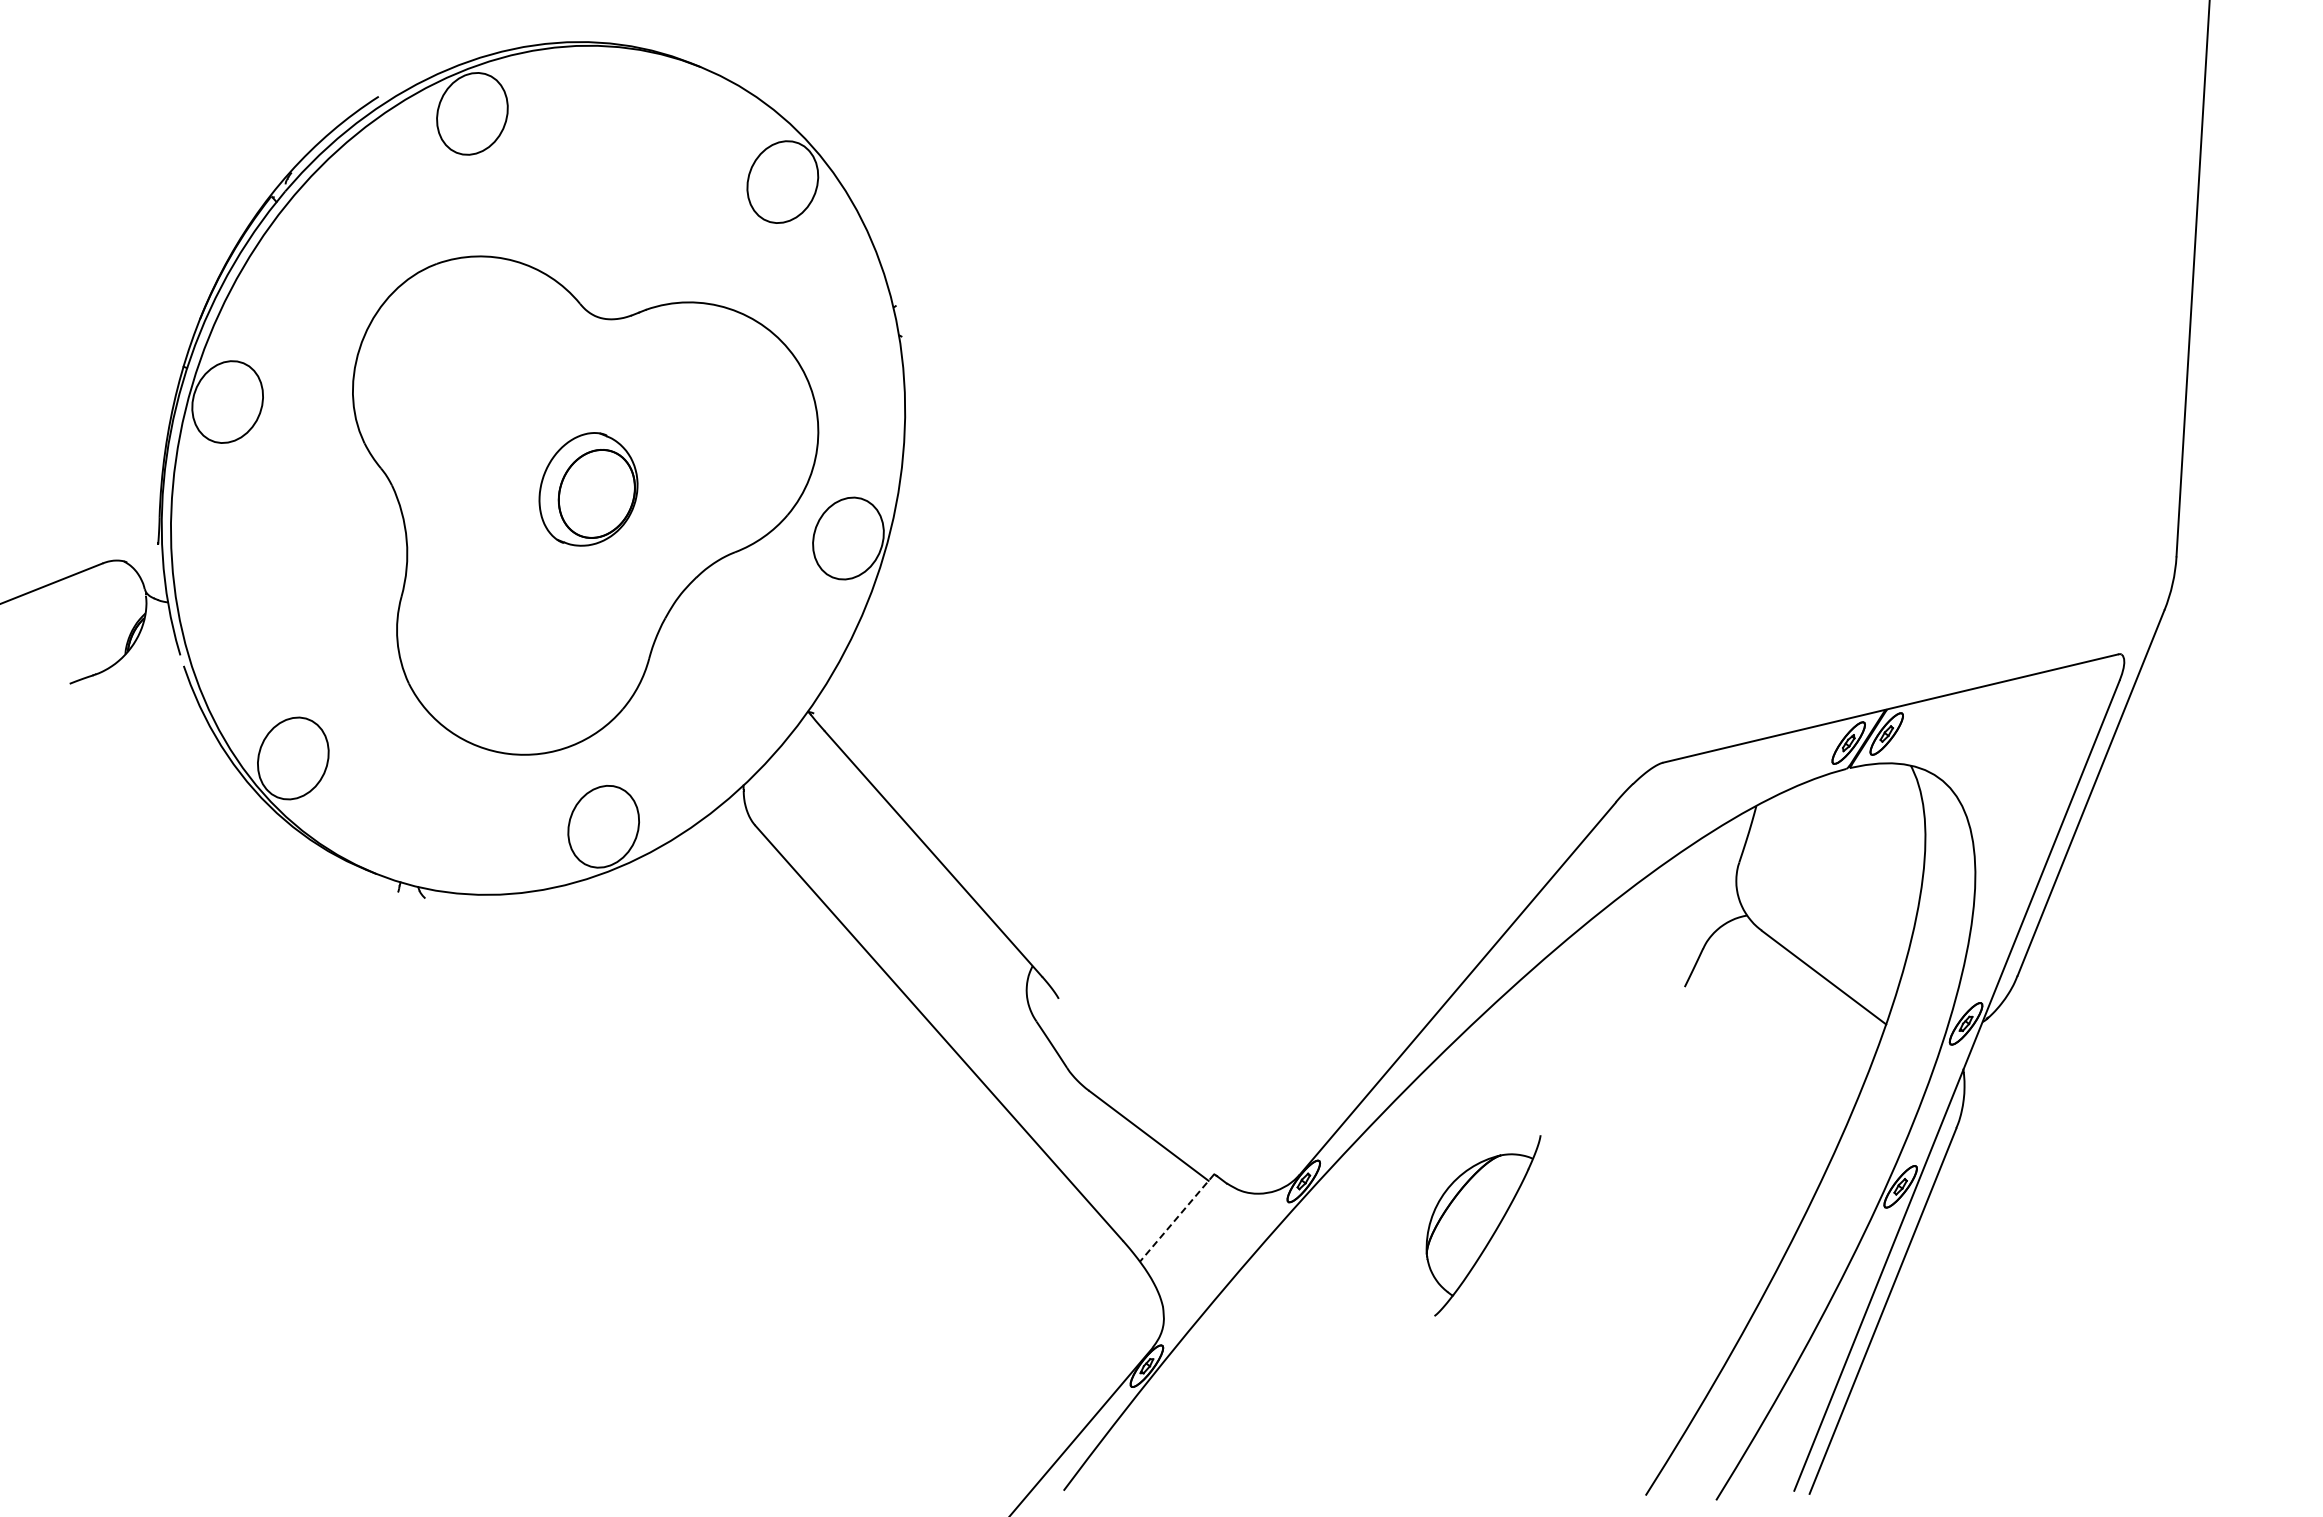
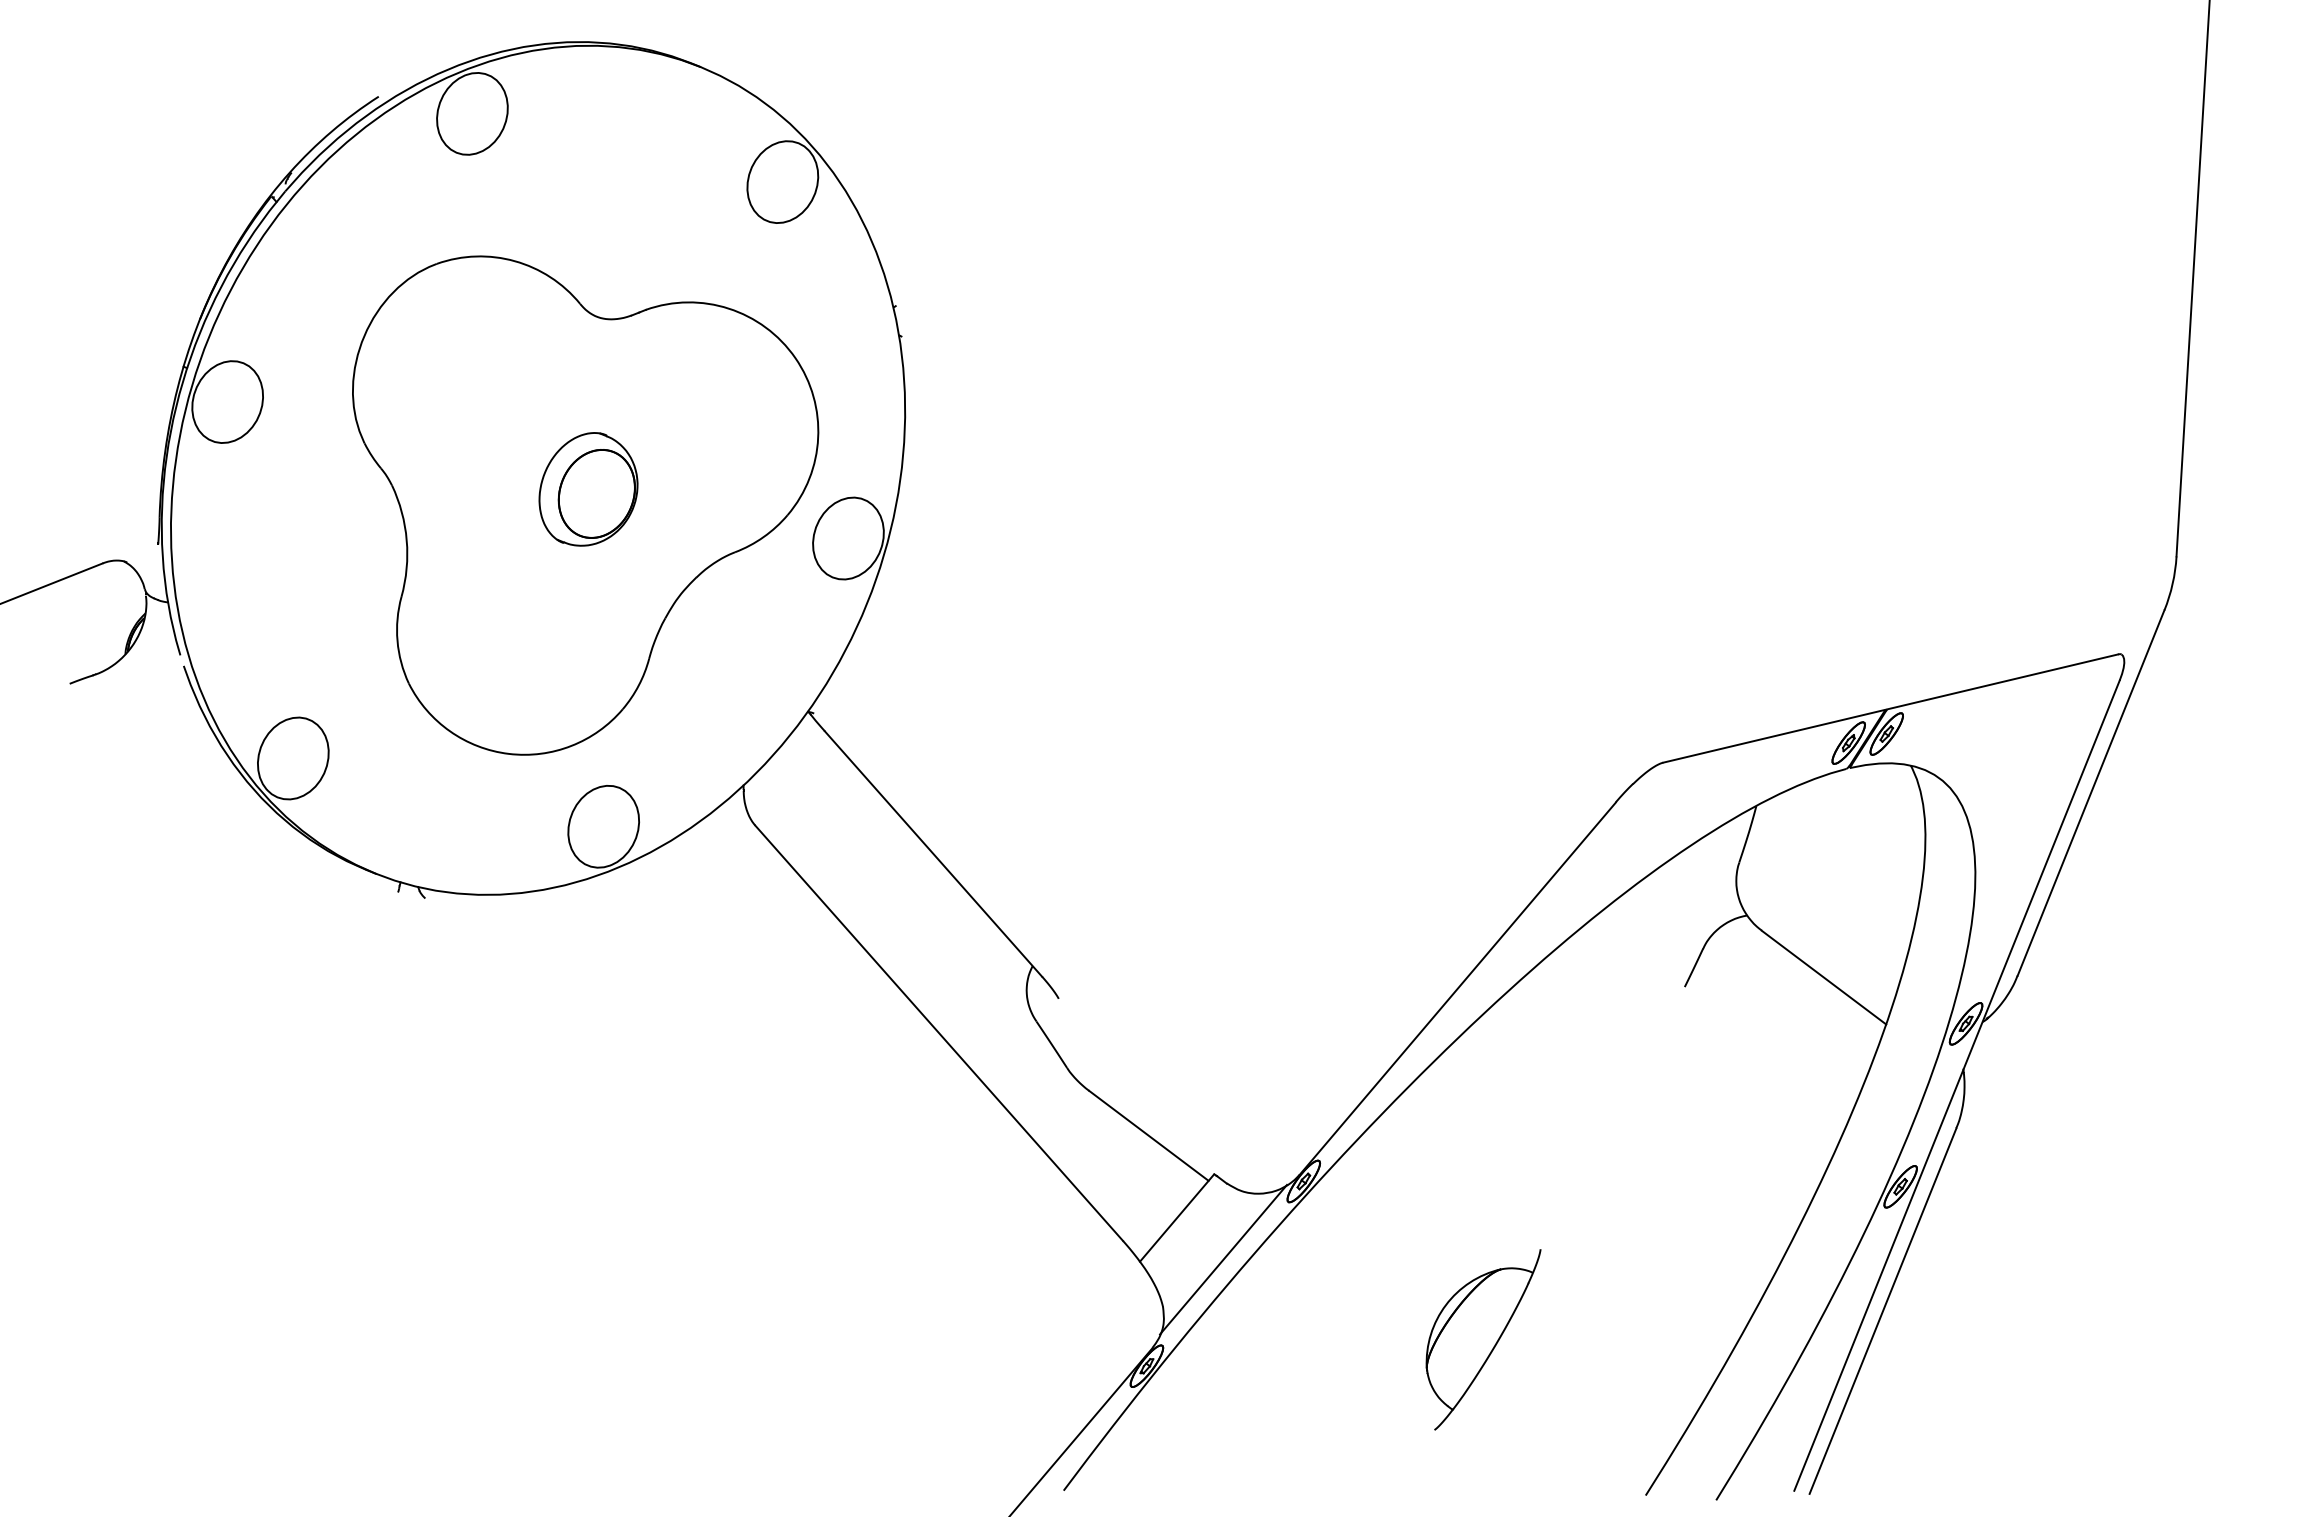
line at (1176, 1218): dashed -> solid
part at (1483, 1225) position: (1483, 1225) -> (1483, 1339)
line at (1223, 1259): none -> present
